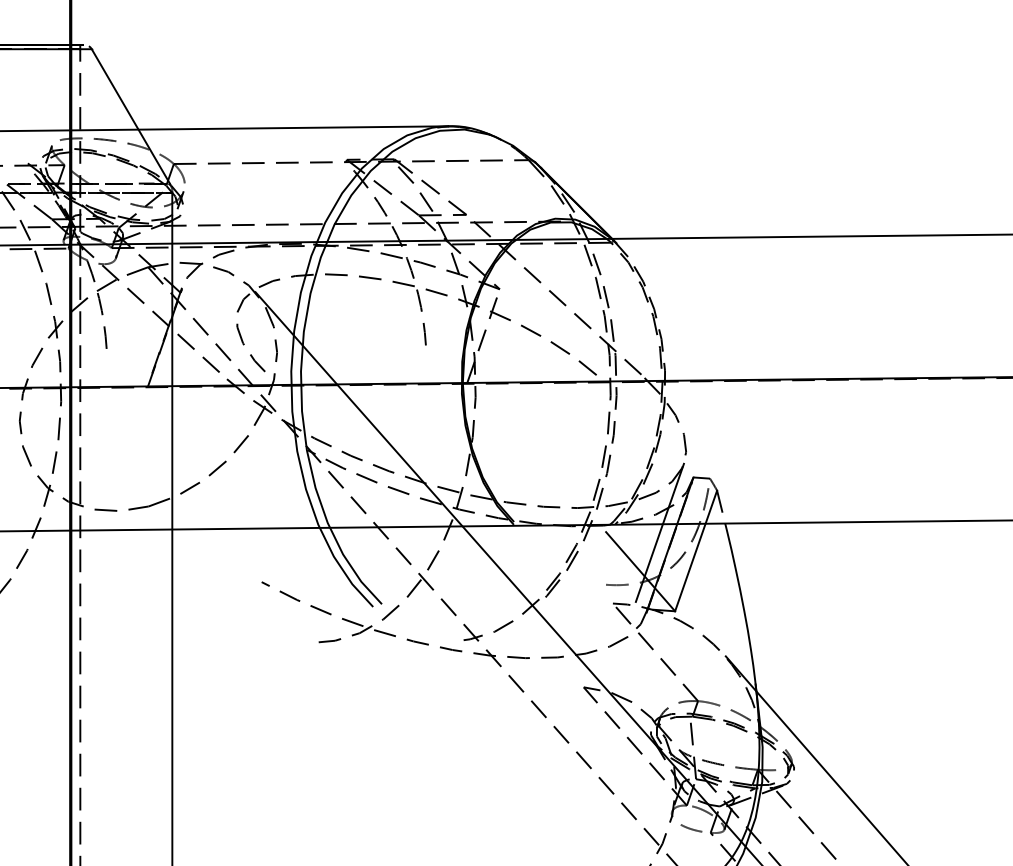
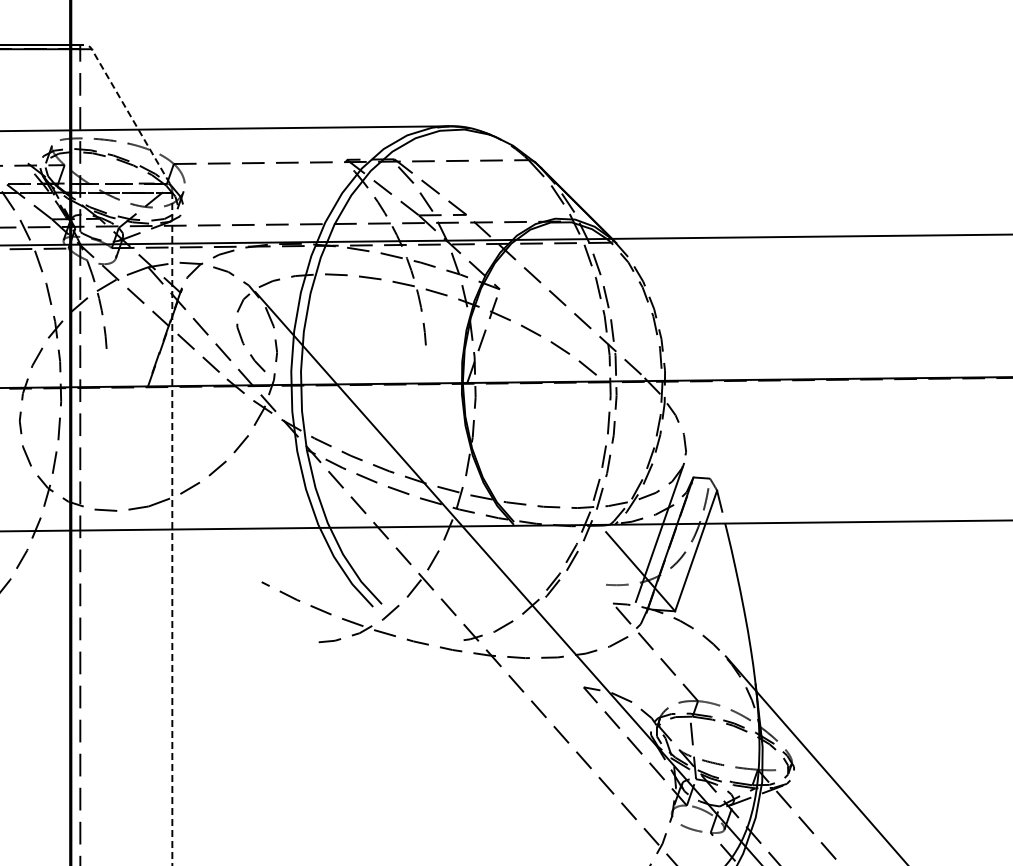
line at (130, 116): solid -> dashed
line at (172, 528): solid -> dashed
